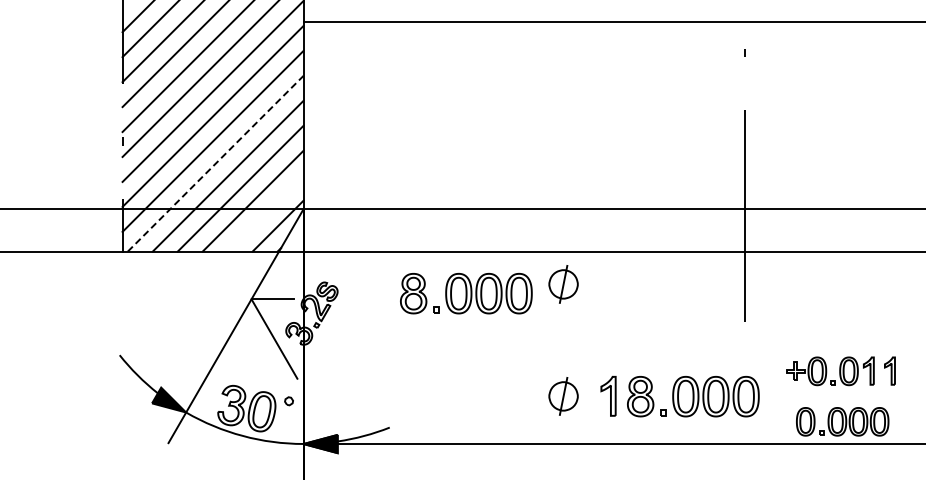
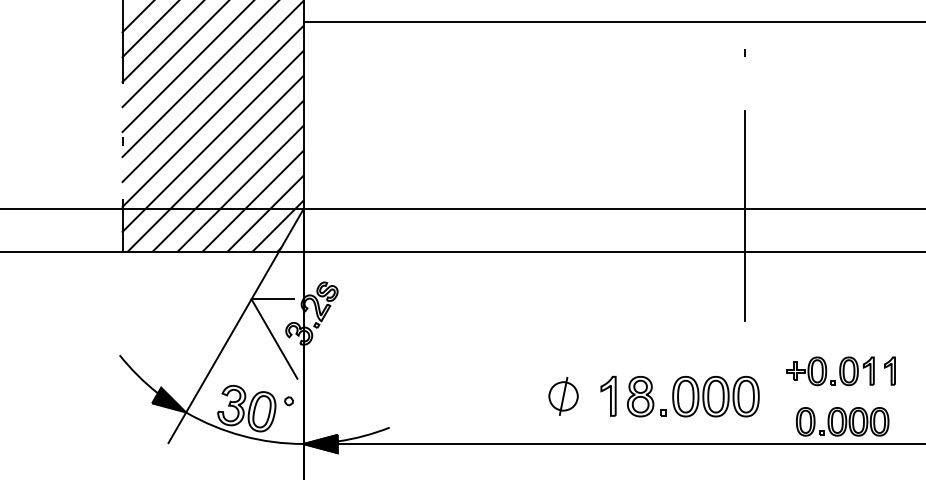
line at (216, 163): dashed -> solid
line at (265, 213): none -> present
part at (563, 284): present -> none
part at (466, 293): present -> none
